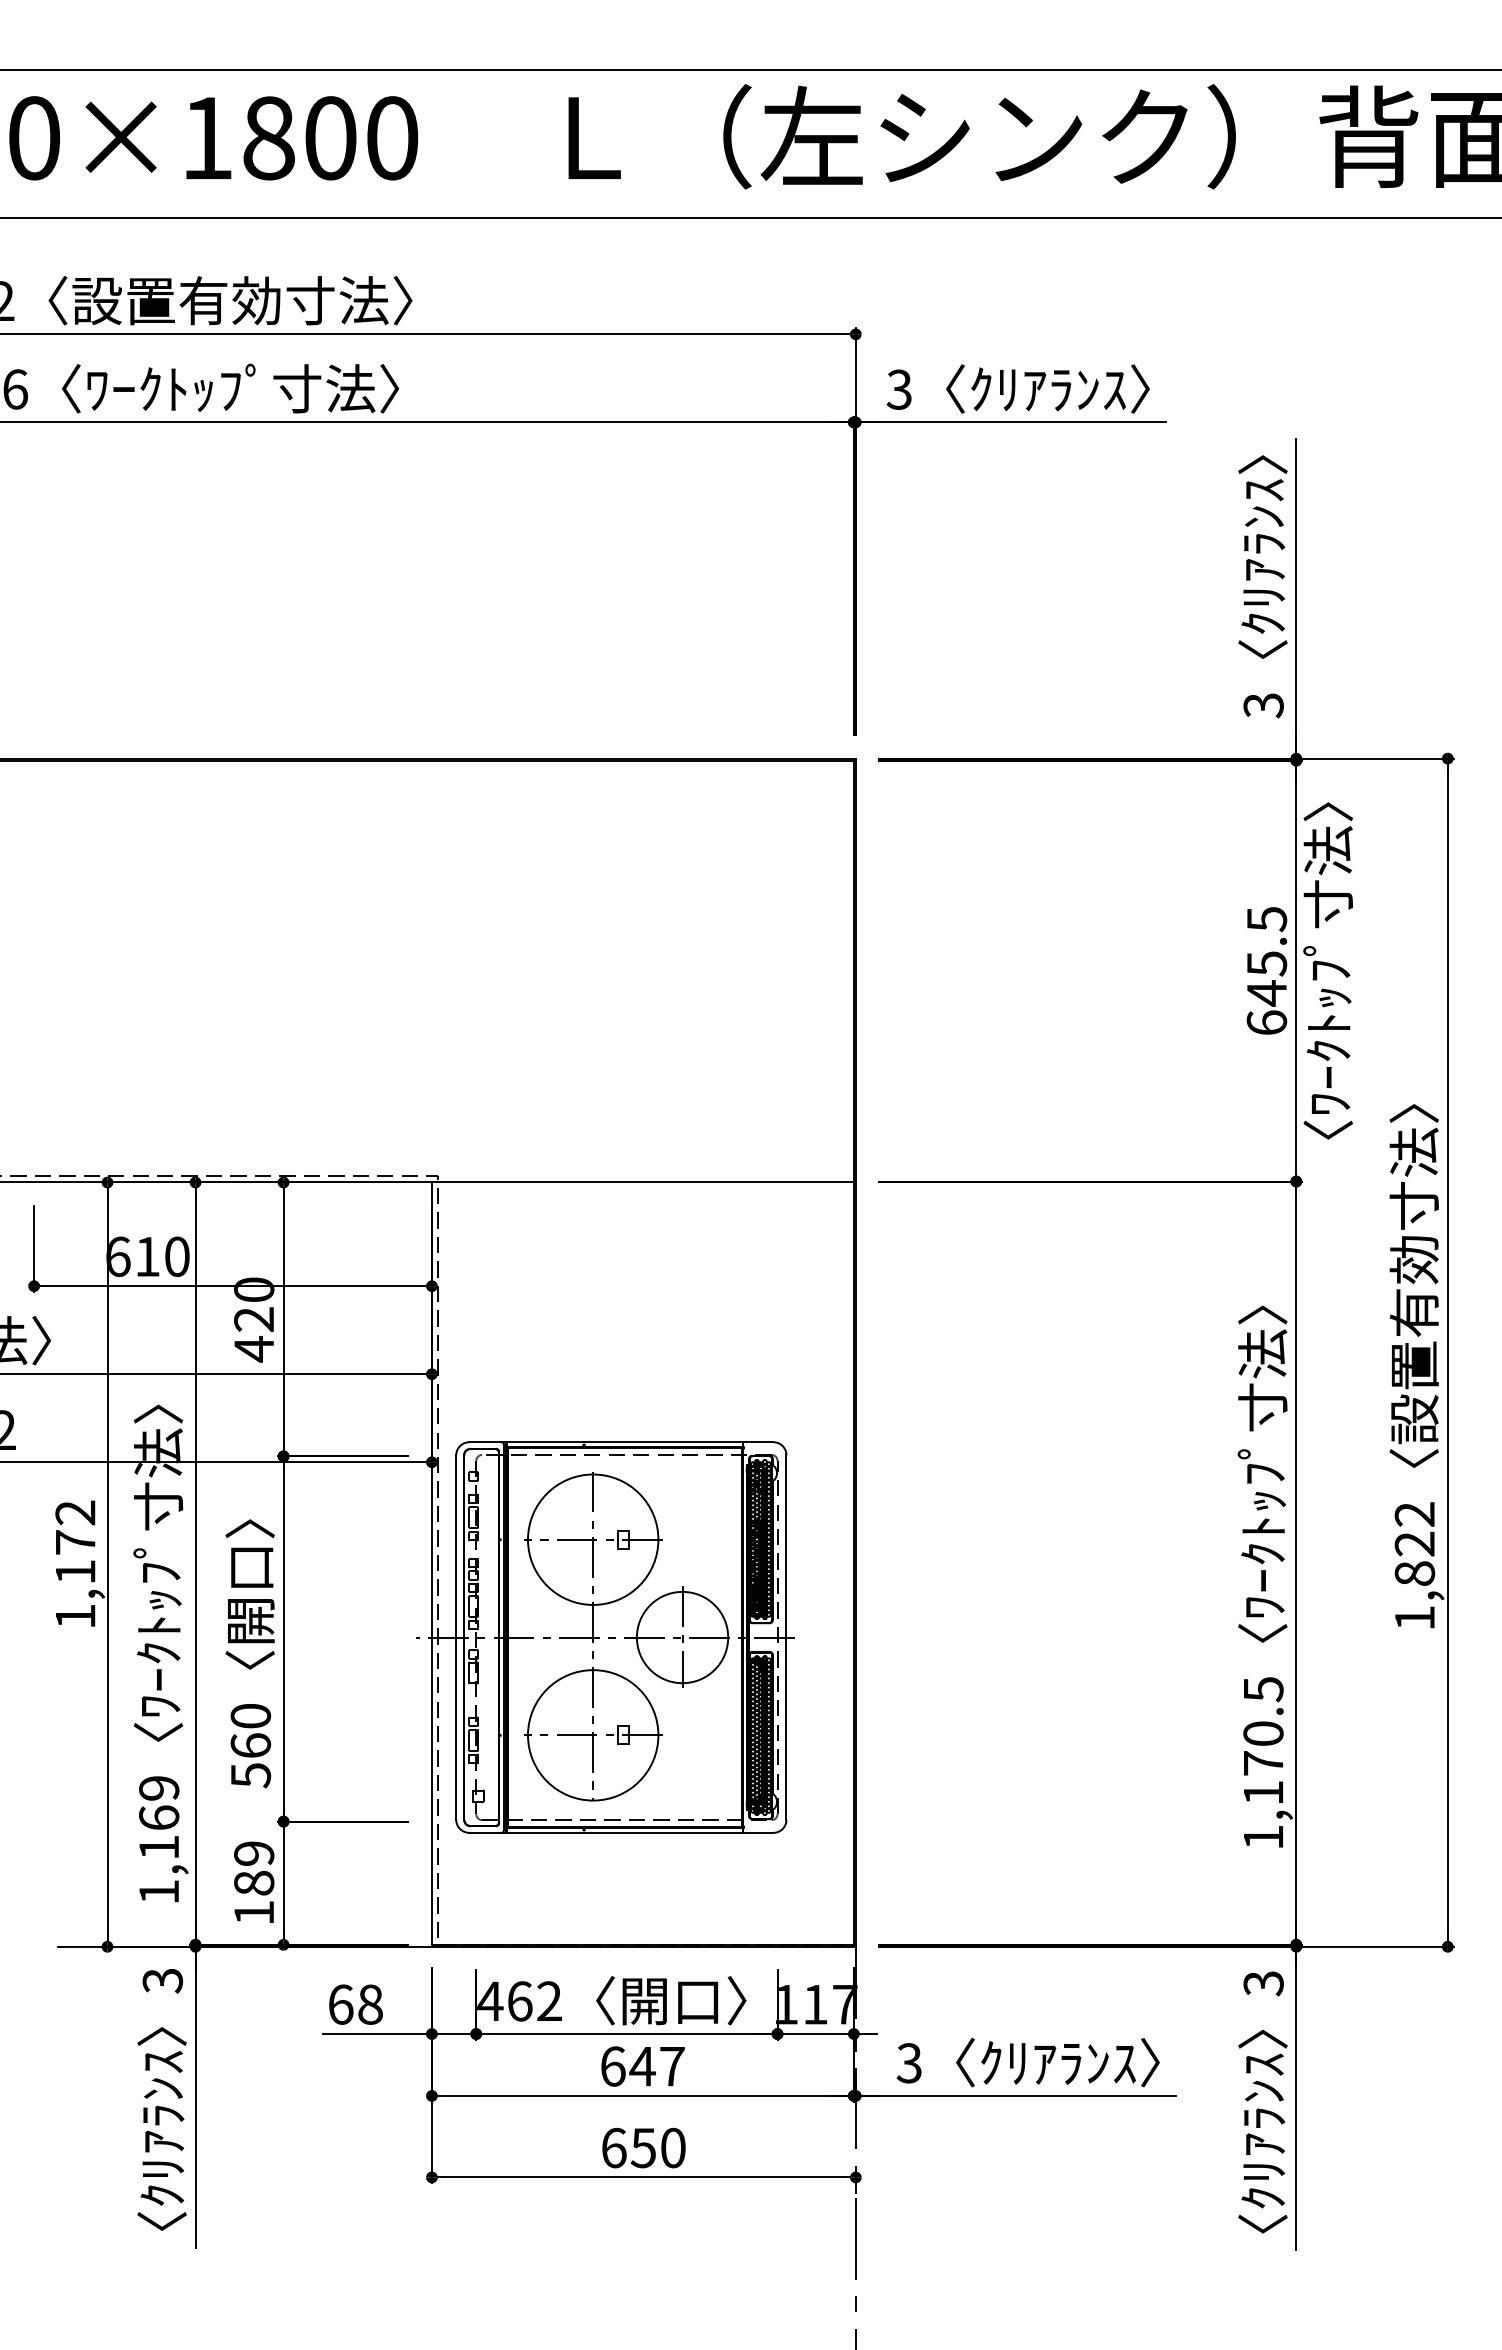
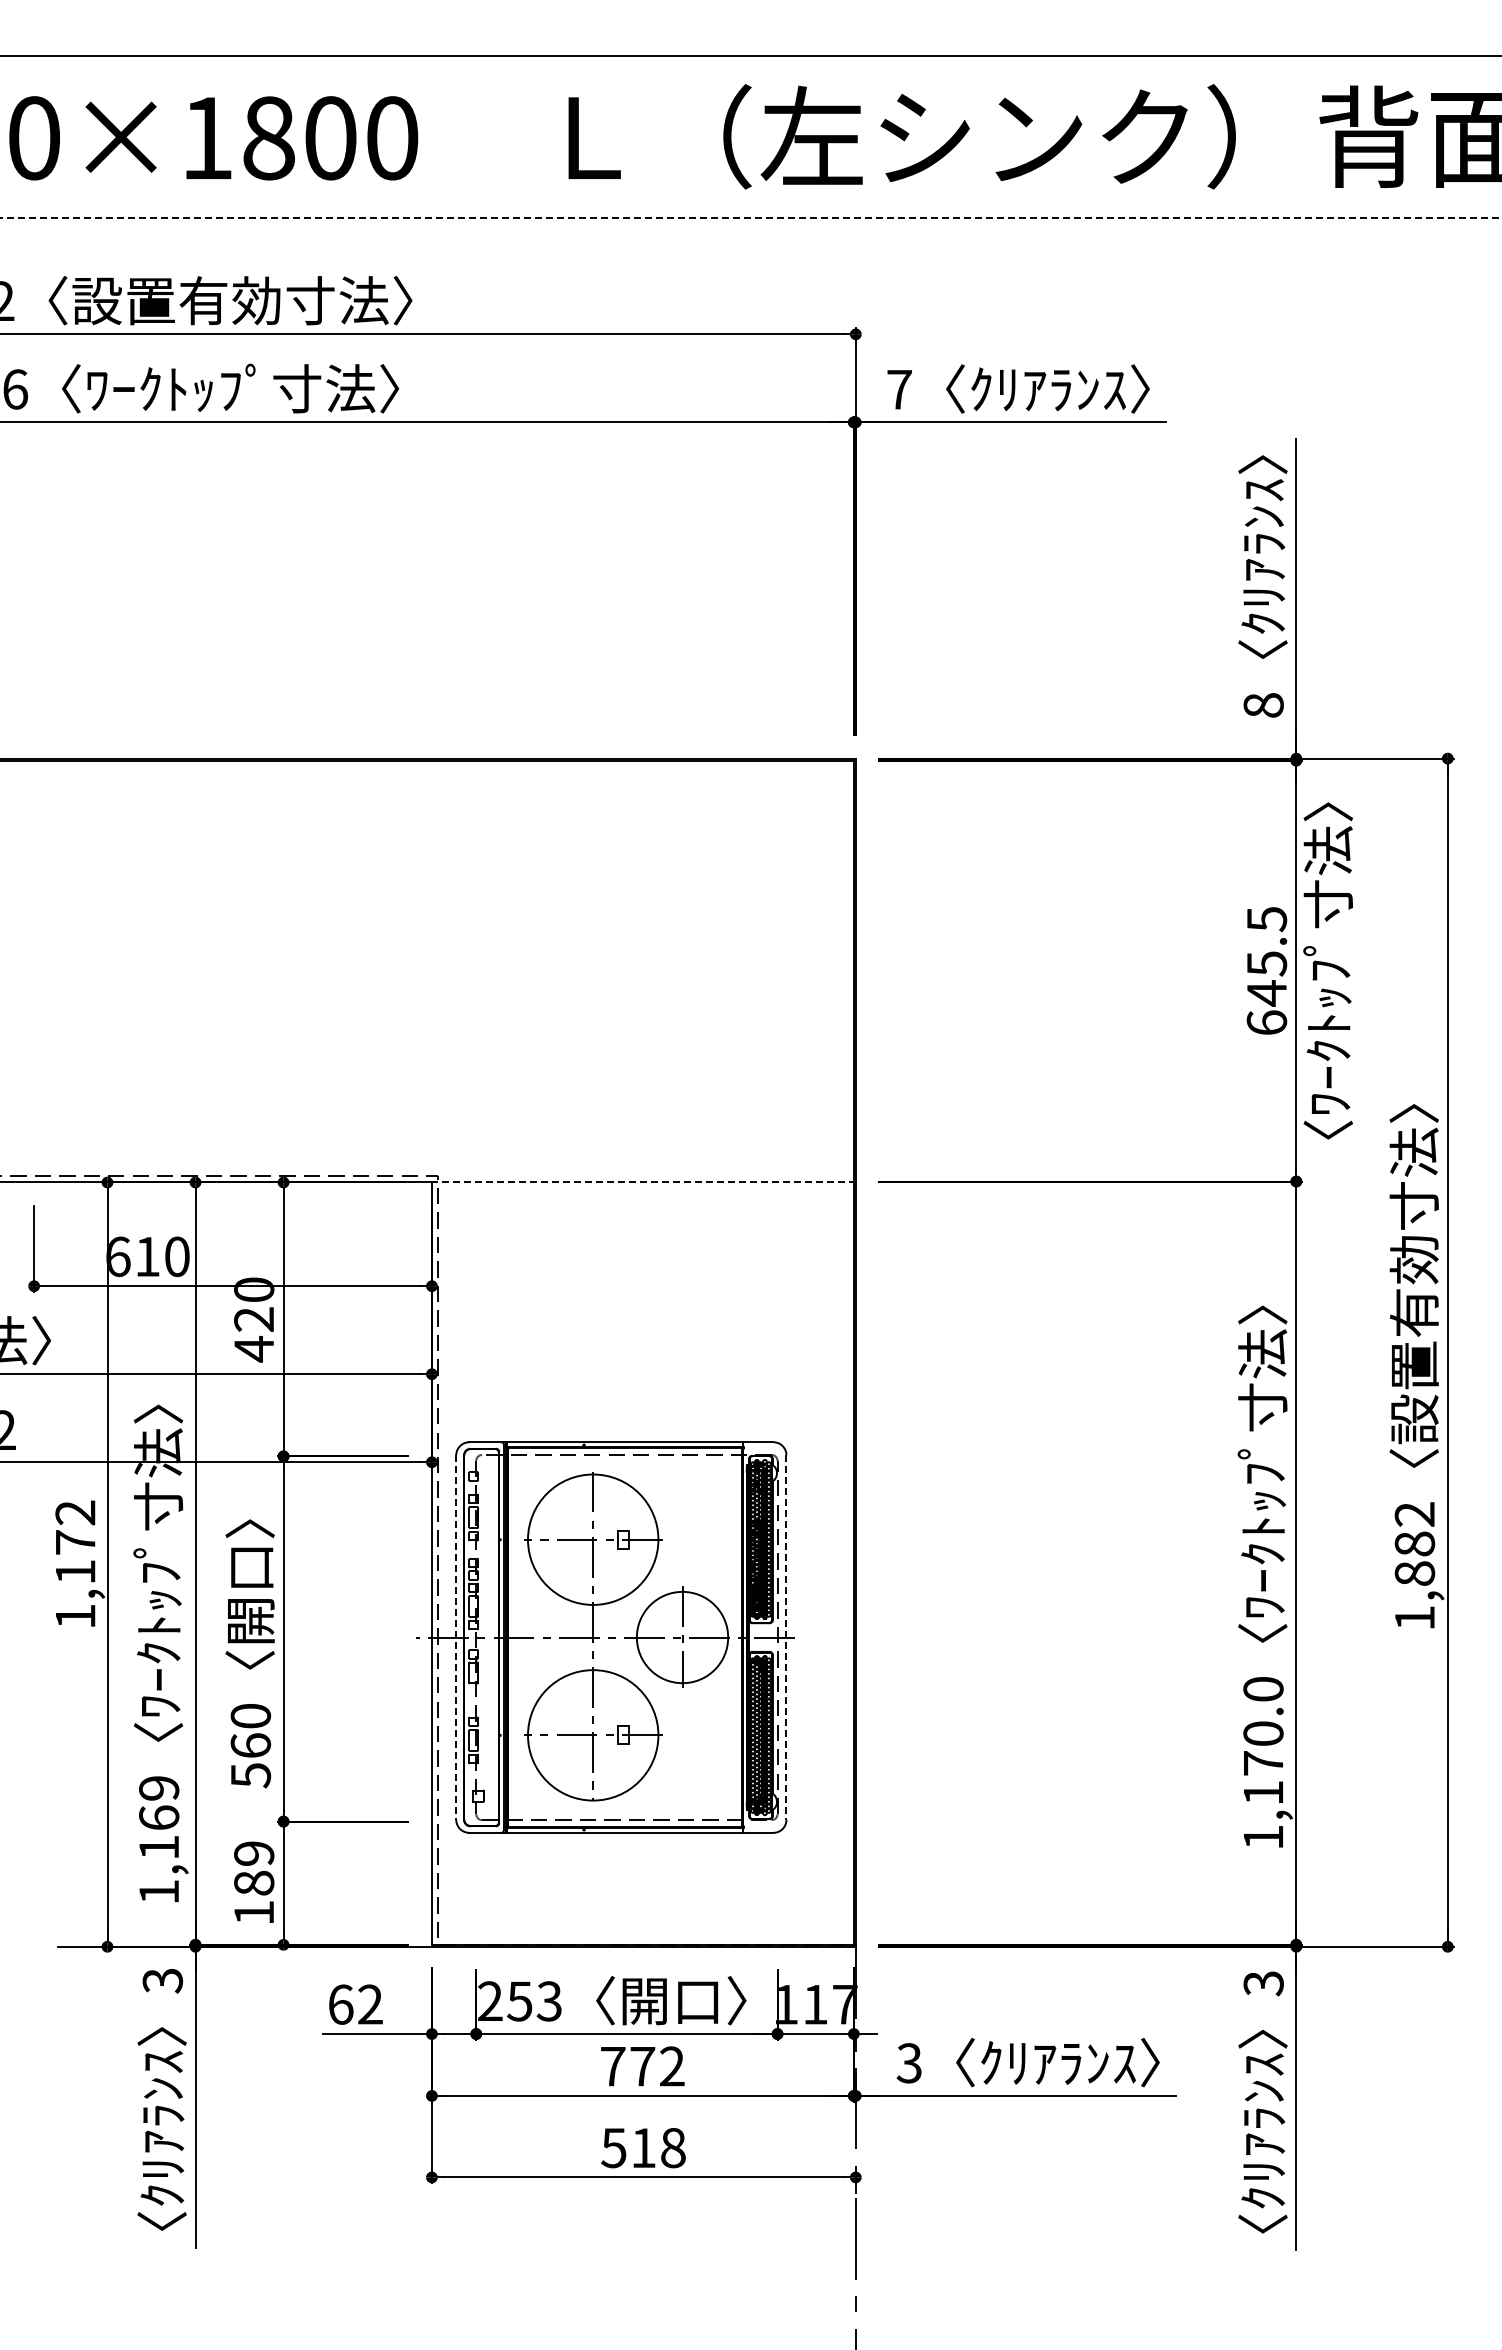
line at (750, 70) position: (750, 70) -> (750, 56)
line at (750, 217): solid -> dashed
text at (898, 389): 3 -> 7
text at (1263, 705): 3 -> 8
line at (641, 1181): solid -> dashed
text at (1414, 1543): 1,822 -> 1,882
line at (456, 1638): solid -> dashed
line at (786, 1638): solid -> dashed
text at (1263, 1689): 1,170.5 -> 1,170.0
text at (519, 2001): 462 -> 253
text at (370, 2004): 68 -> 62
text at (642, 2066): 647 -> 772
text at (643, 2147): 650 -> 518
